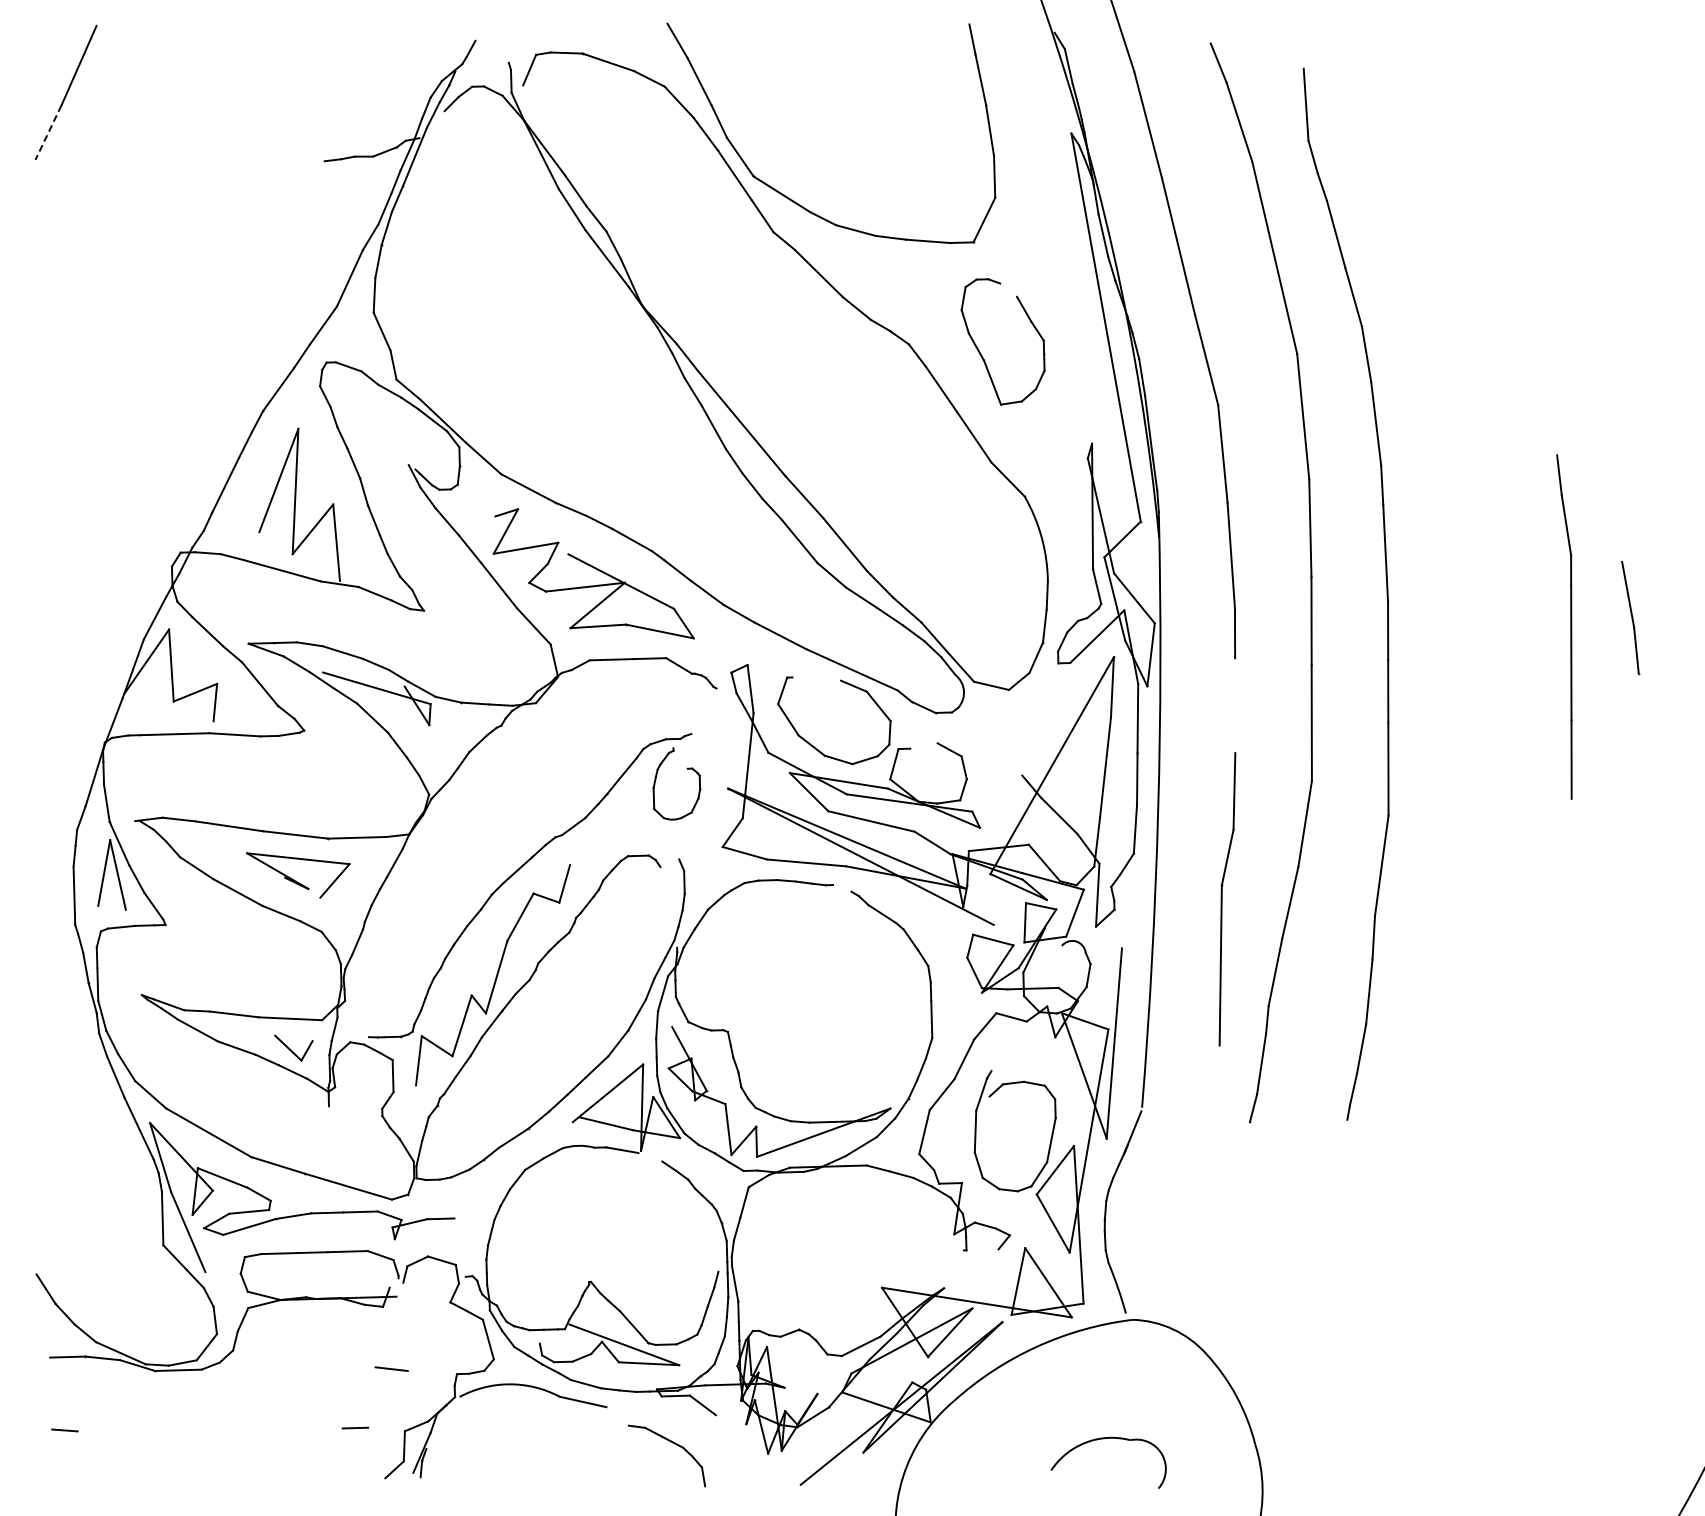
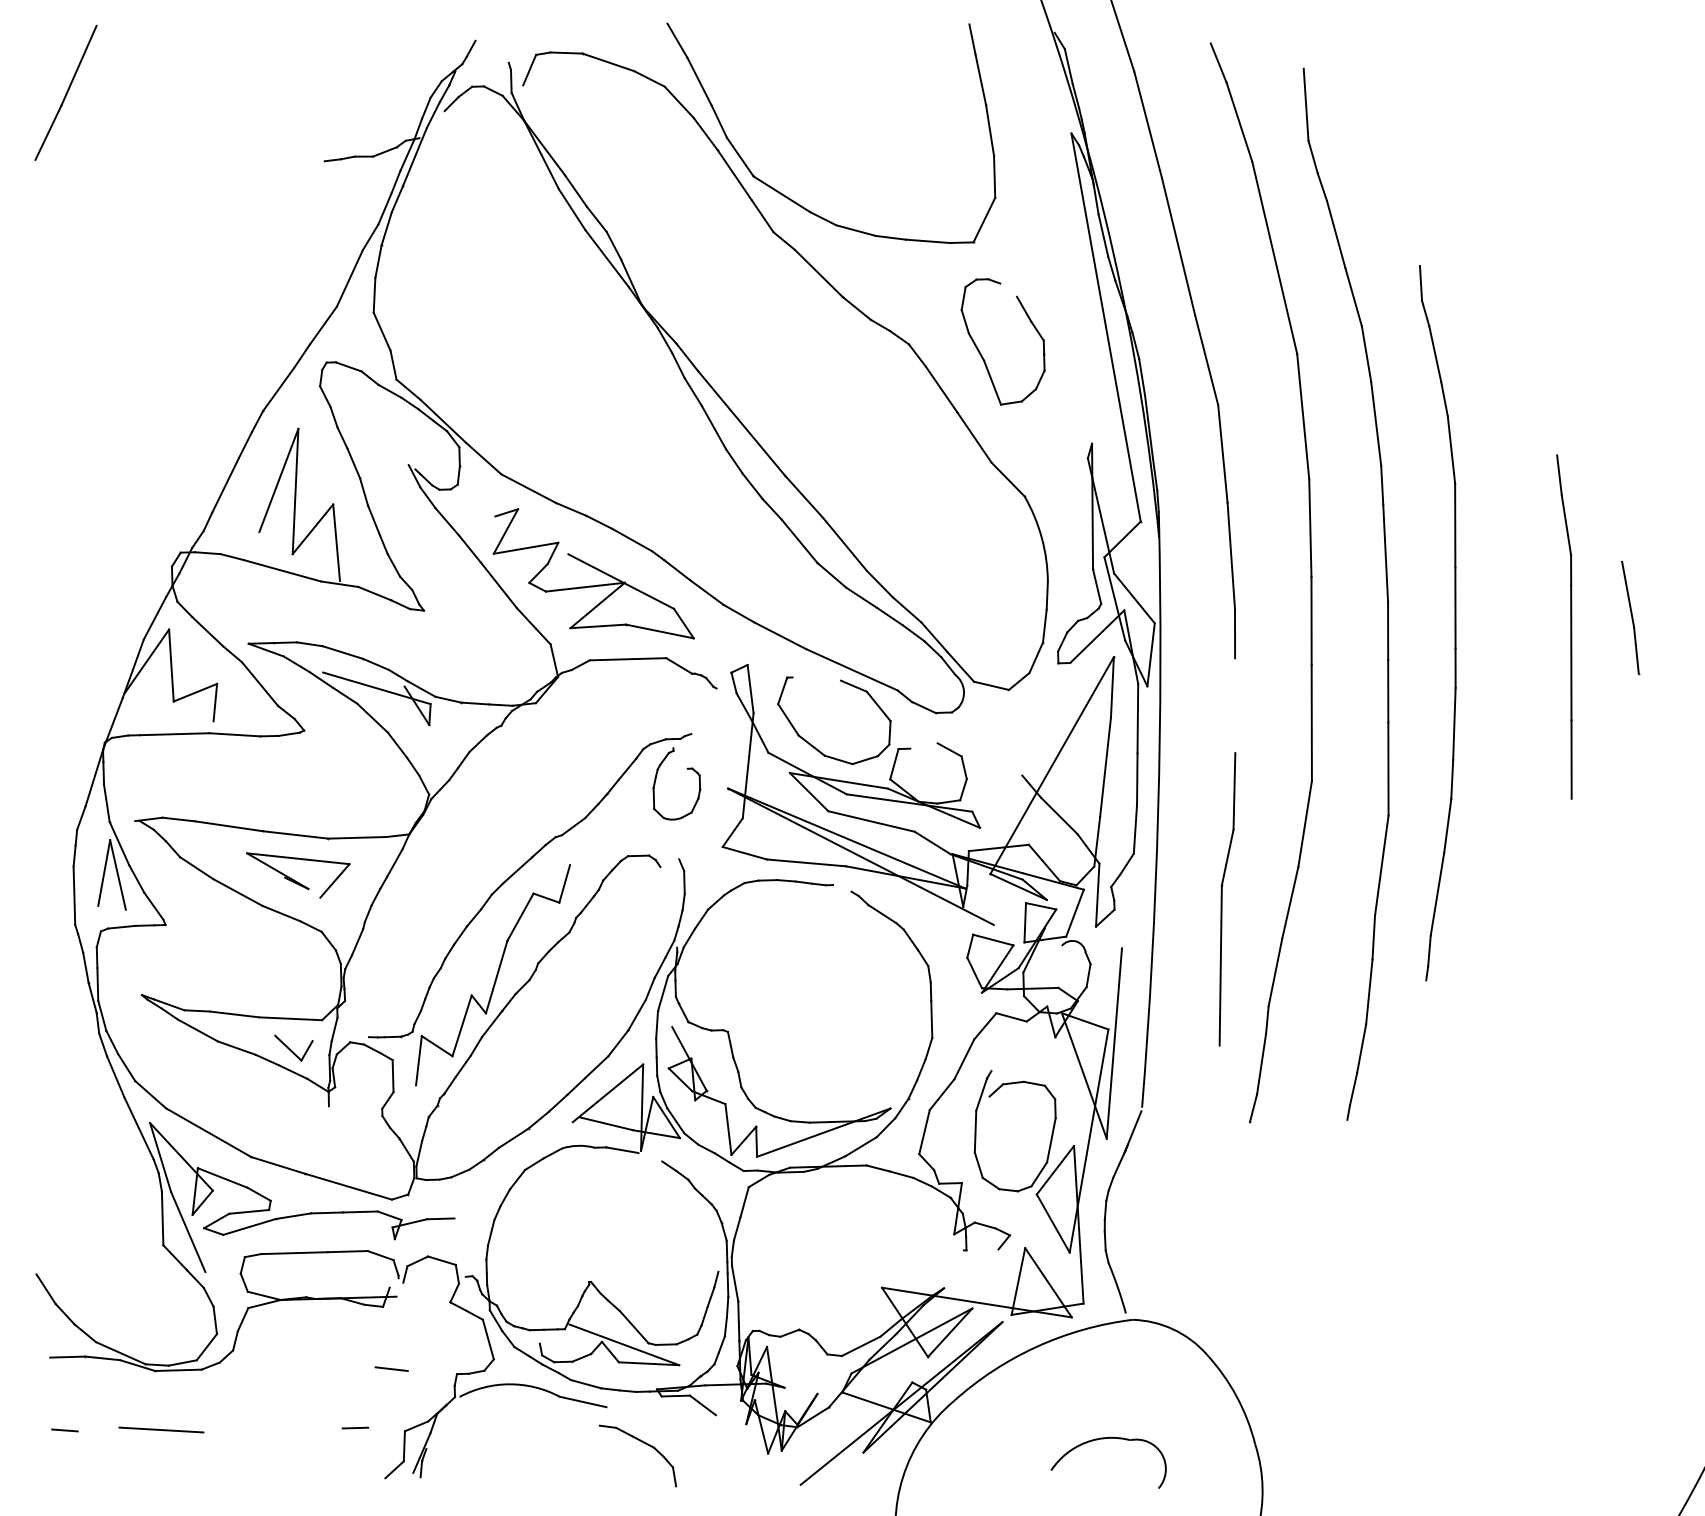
line at (48, 133): dashed -> solid
part at (1454, 623): none -> present
line at (161, 1429): none -> present
part at (672, 1443) position: (672, 1443) -> (643, 1443)
